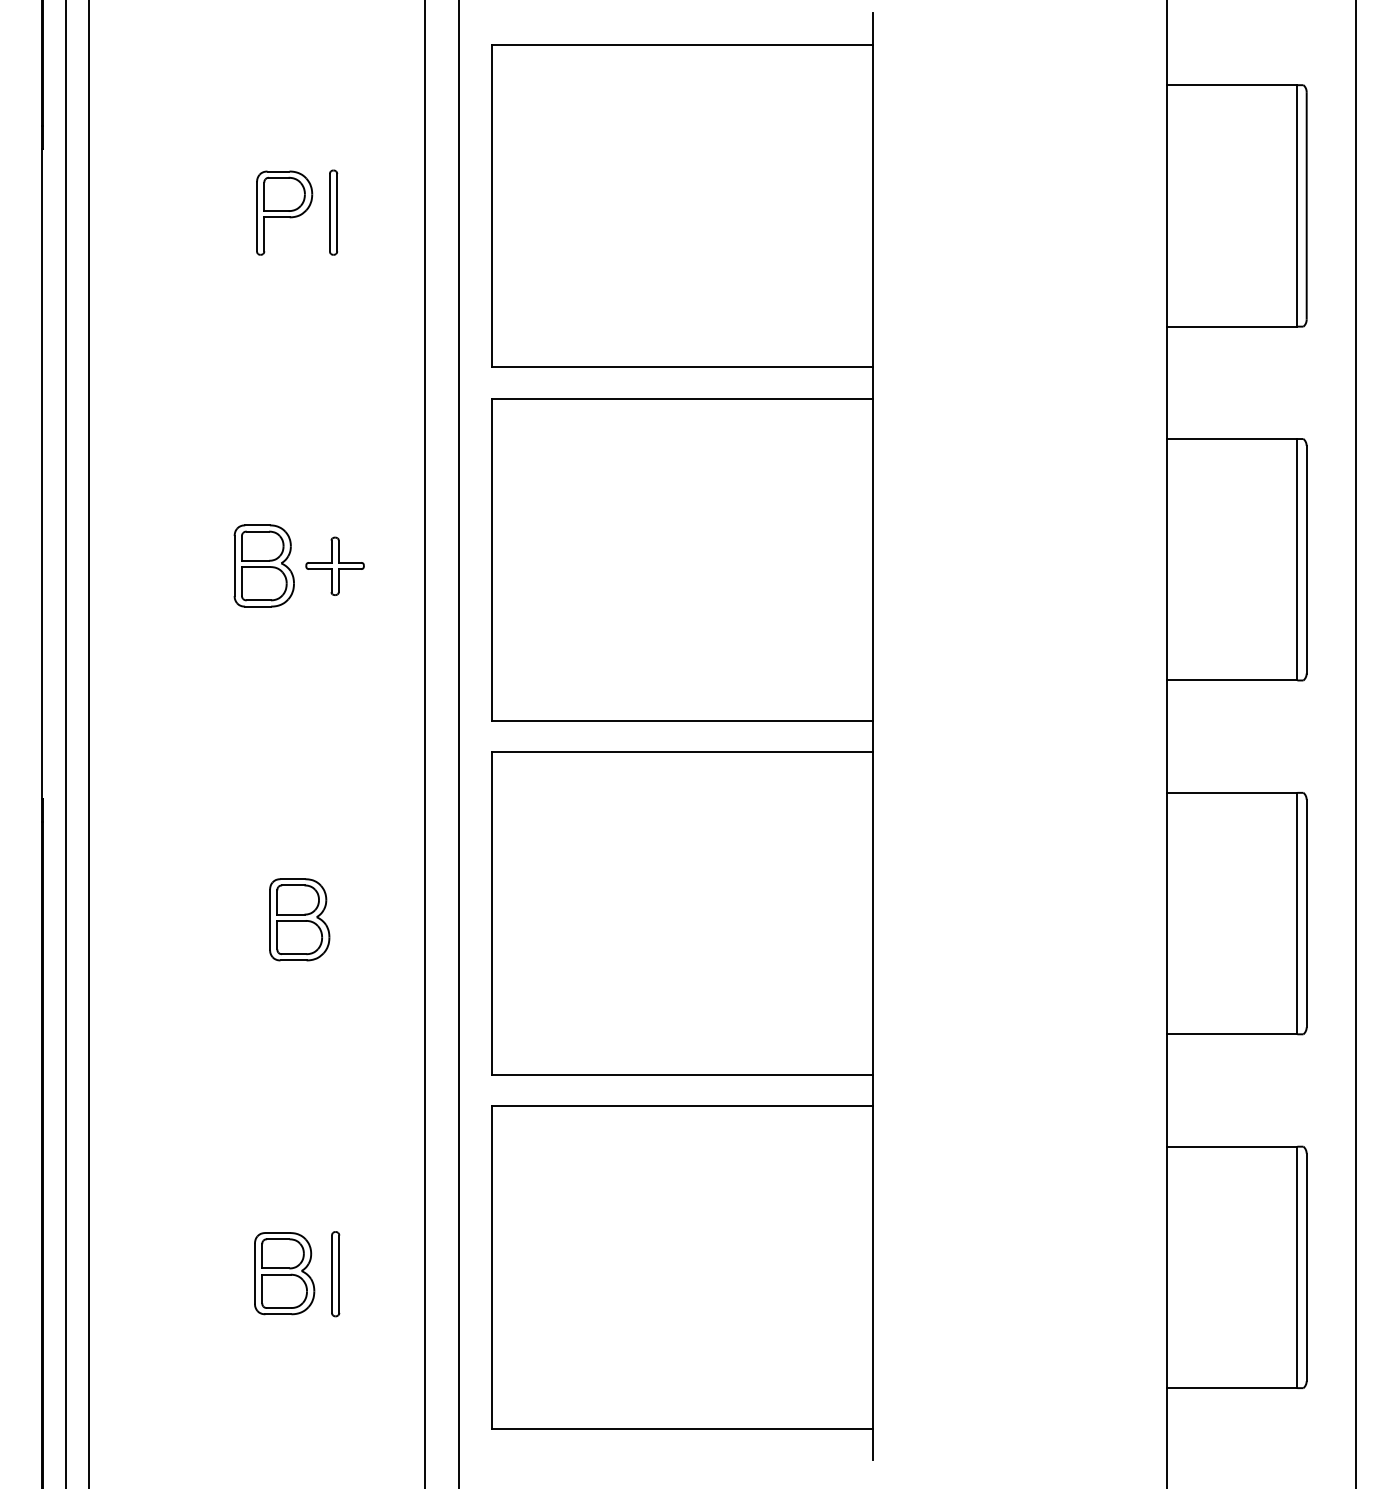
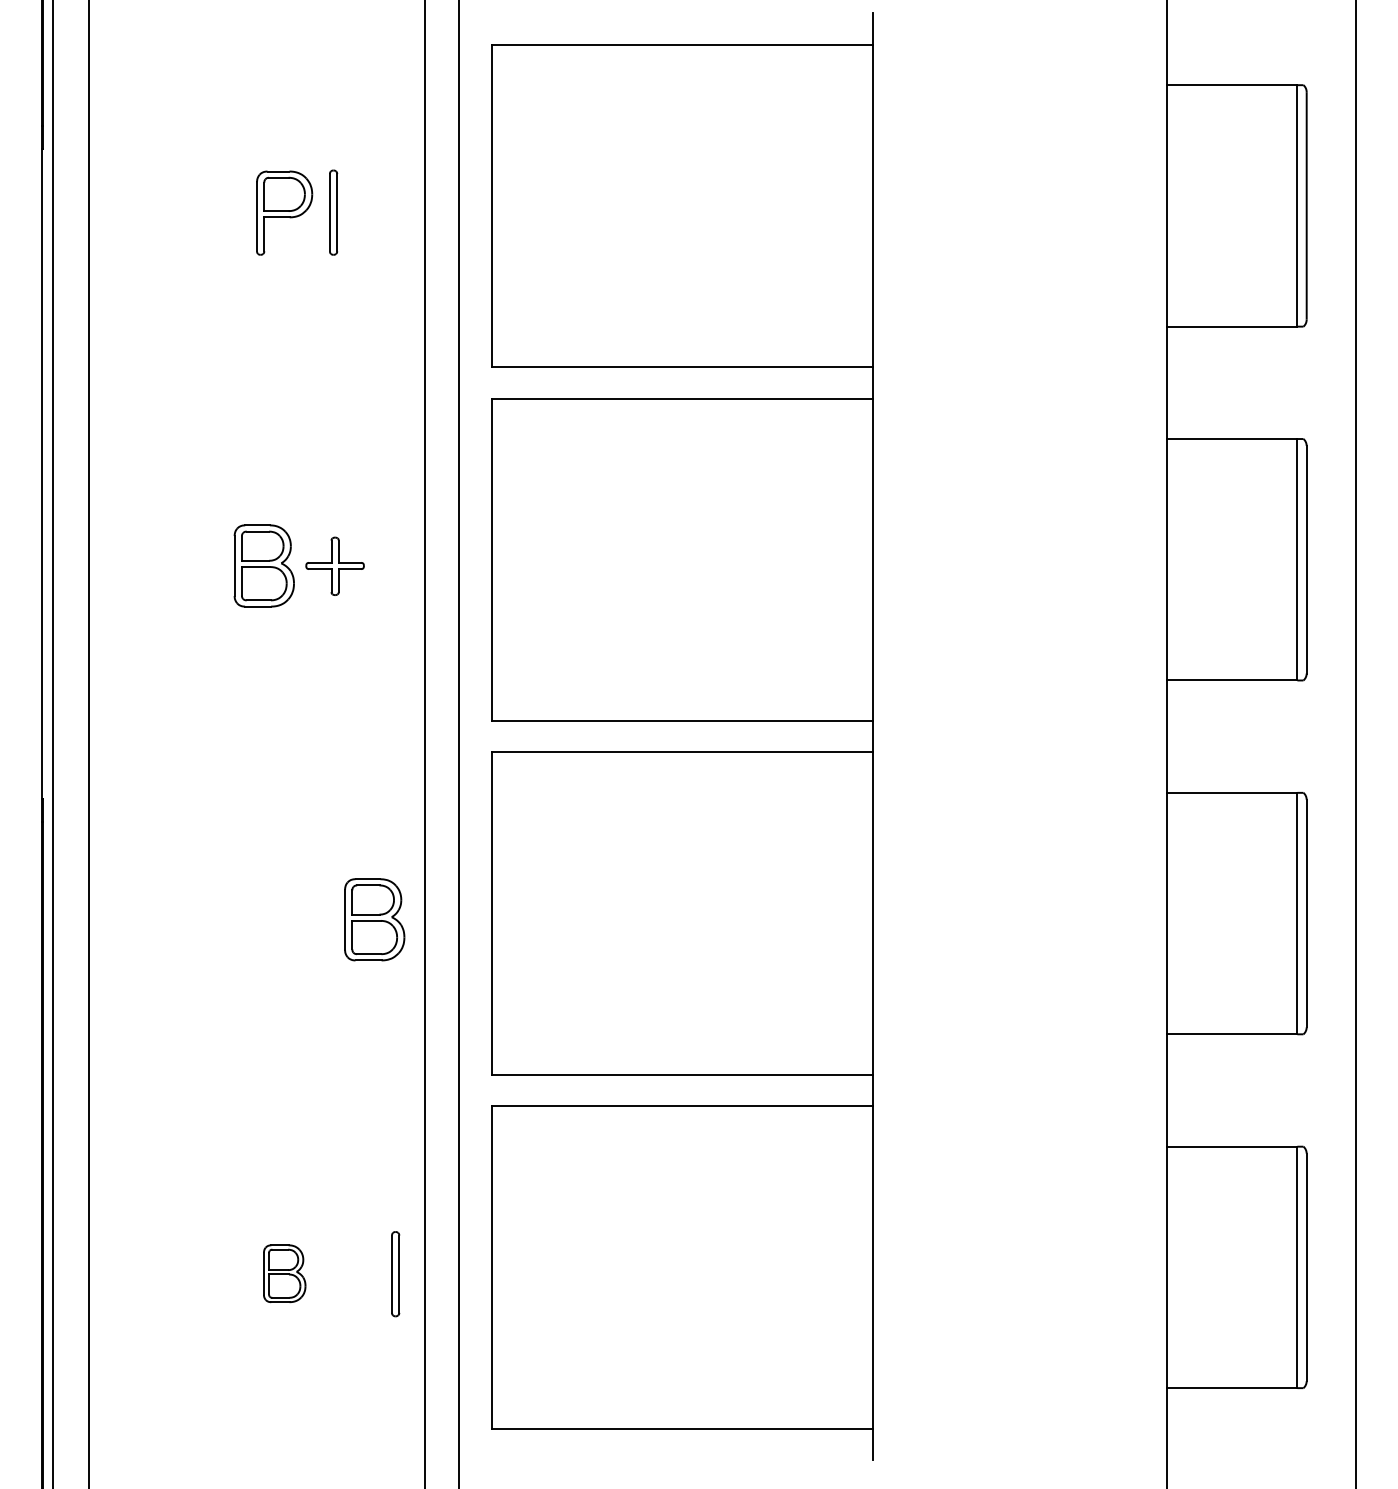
line at (65, 743) position: (65, 743) -> (52, 743)
part at (299, 919) position: (299, 919) -> (374, 919)
part at (284, 1273) size: 62x84 px -> 44x60 px
part at (335, 1274) position: (335, 1274) -> (395, 1274)
